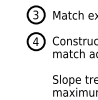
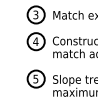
part at (35, 78): none -> present
